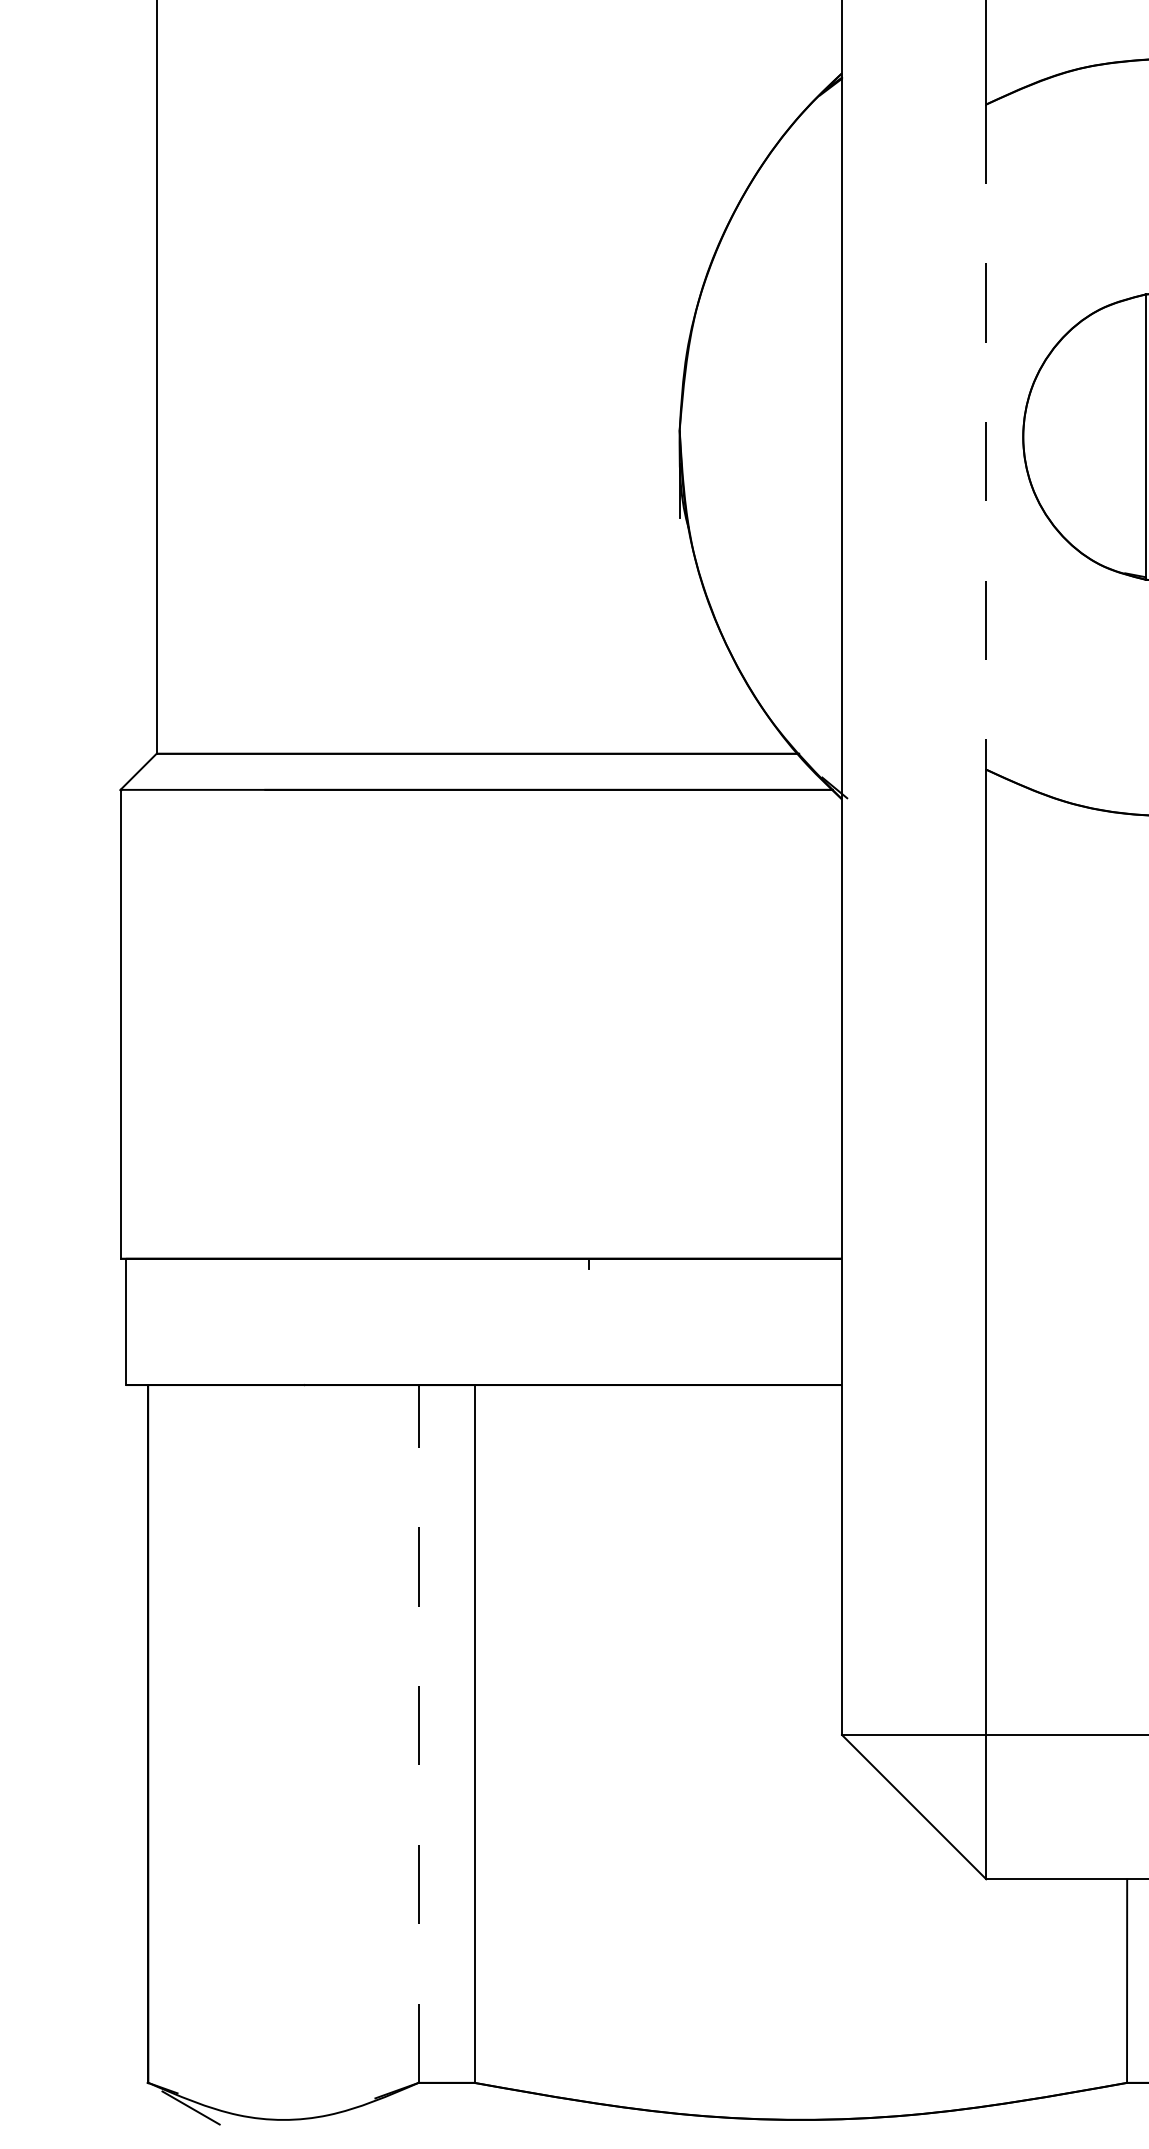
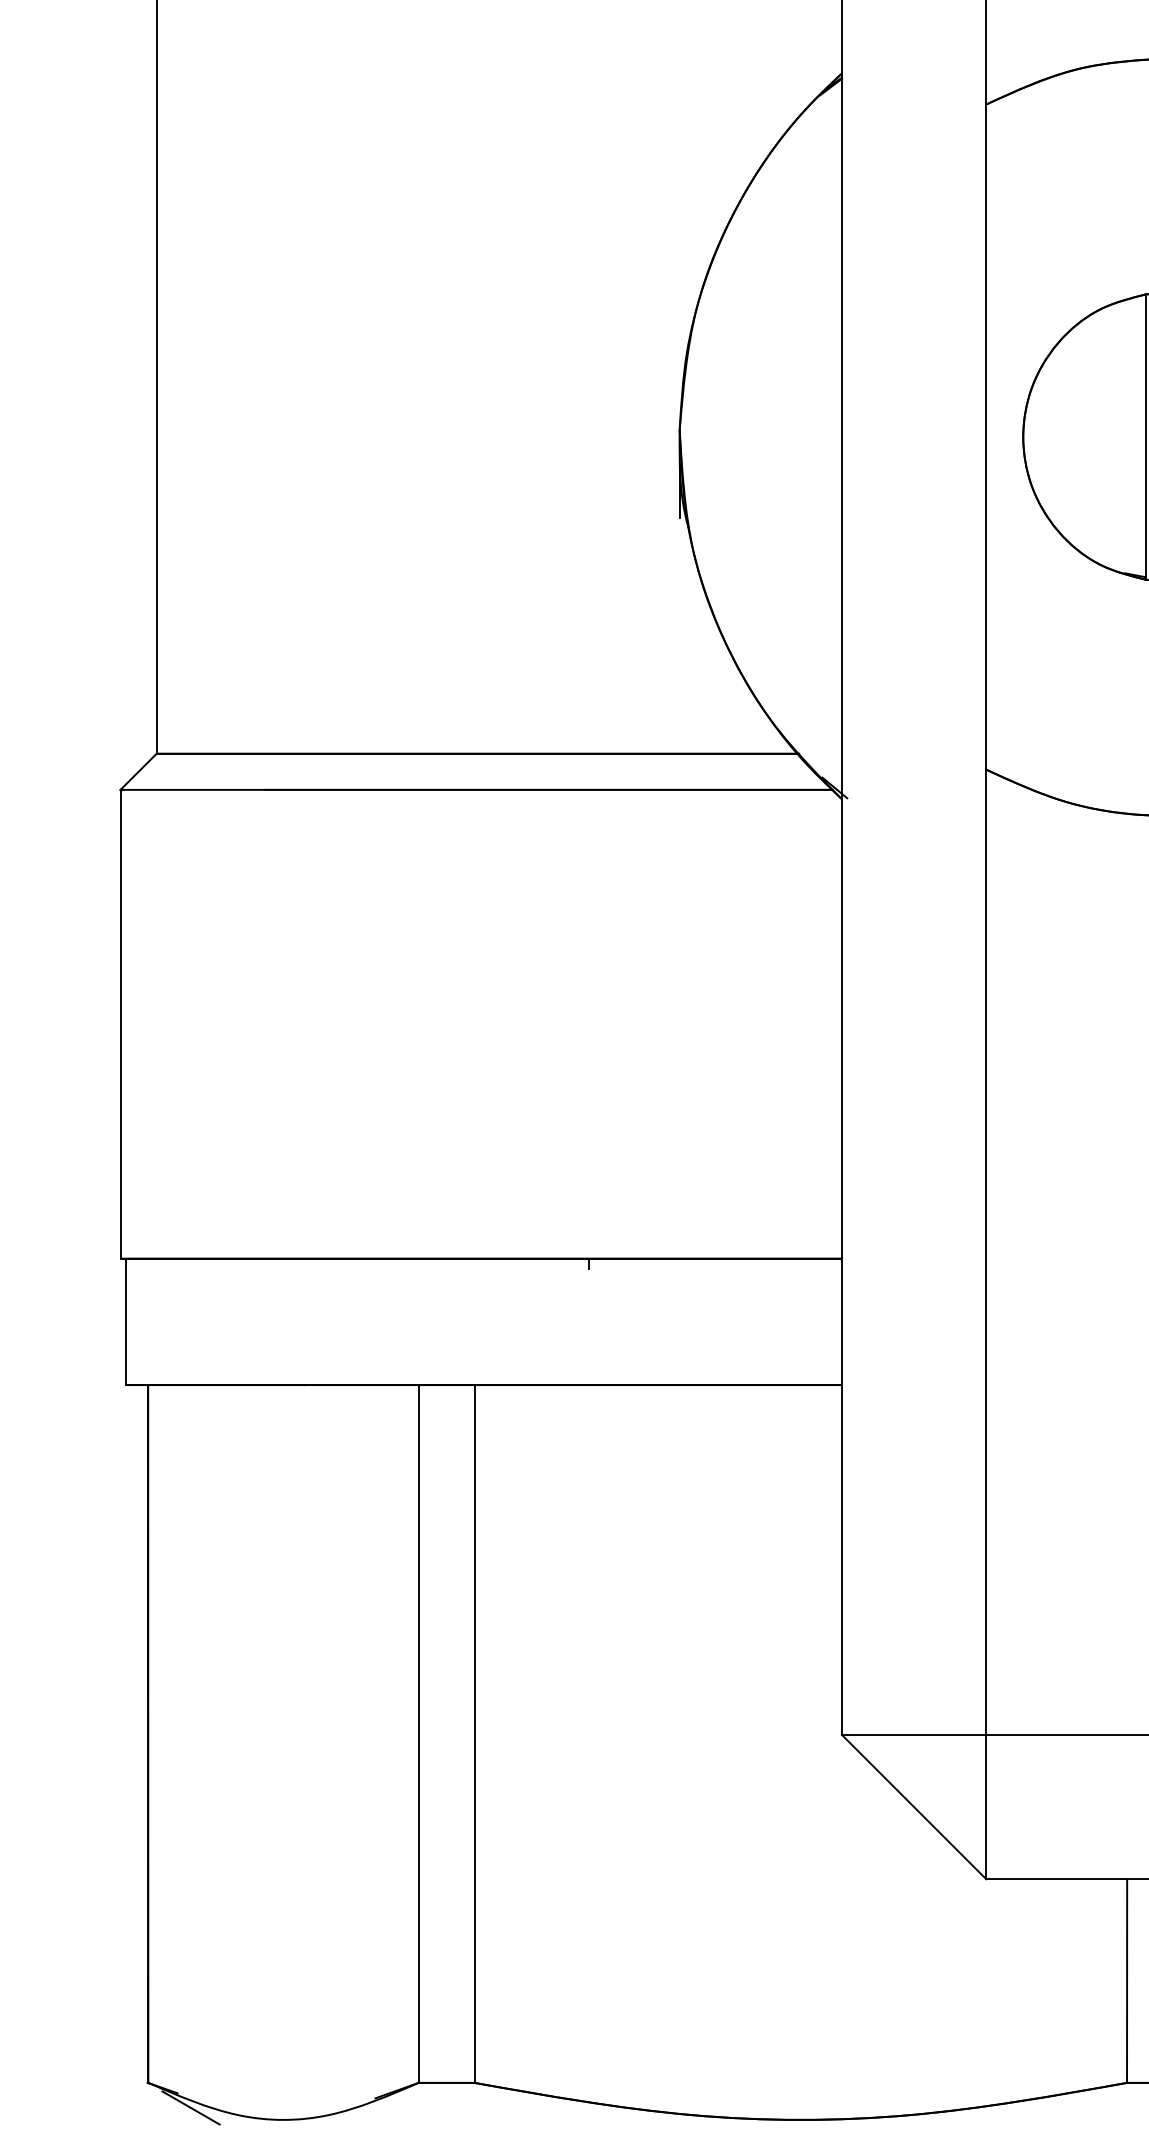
line at (986, 437): dashed -> solid
line at (418, 1733): dashed -> solid
